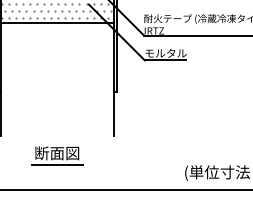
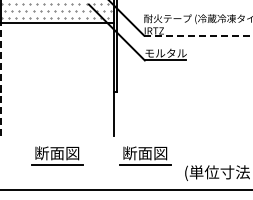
line at (198, 35): solid -> dashed
line at (0, 79): solid -> dashed
part at (145, 155): none -> present
